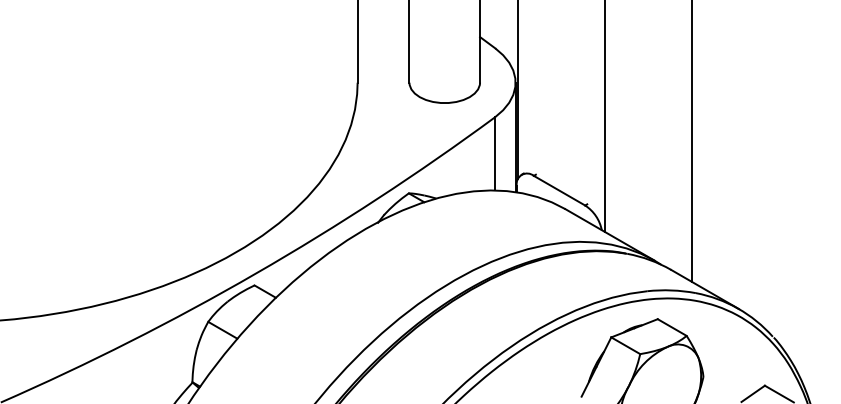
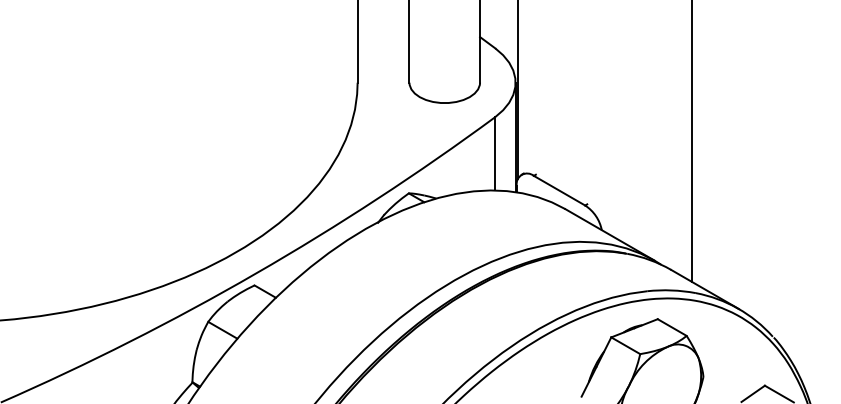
line at (605, 117): present -> none
